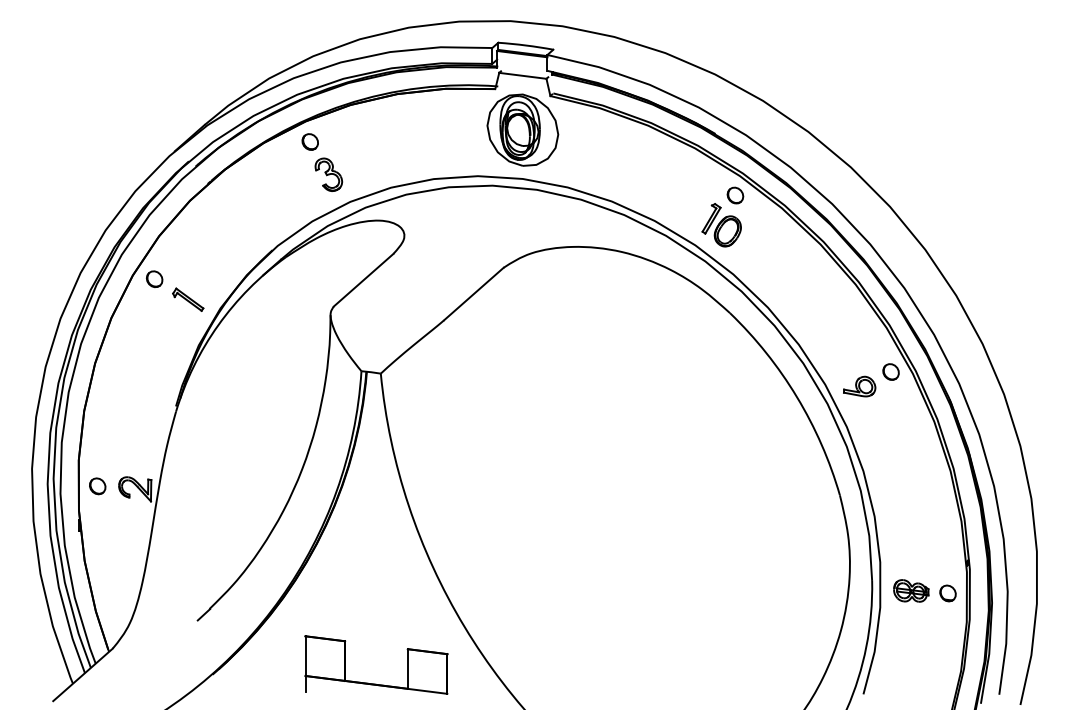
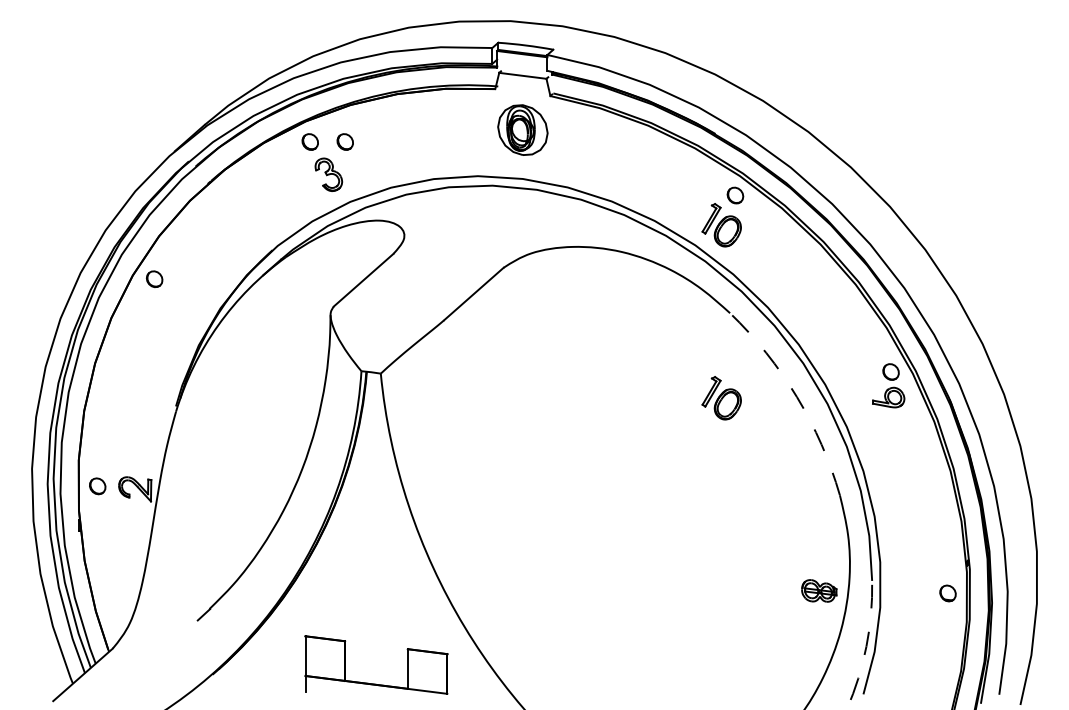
part at (522, 129) size: 74x74 px -> 52x52 px
part at (344, 141): none -> present
part at (188, 299): present -> none
part at (859, 386) position: (859, 386) -> (888, 397)
arc at (796, 397): solid -> dashed
part at (721, 398): none -> present
part at (911, 590) position: (911, 590) -> (819, 590)
arc at (866, 646): solid -> dashed
